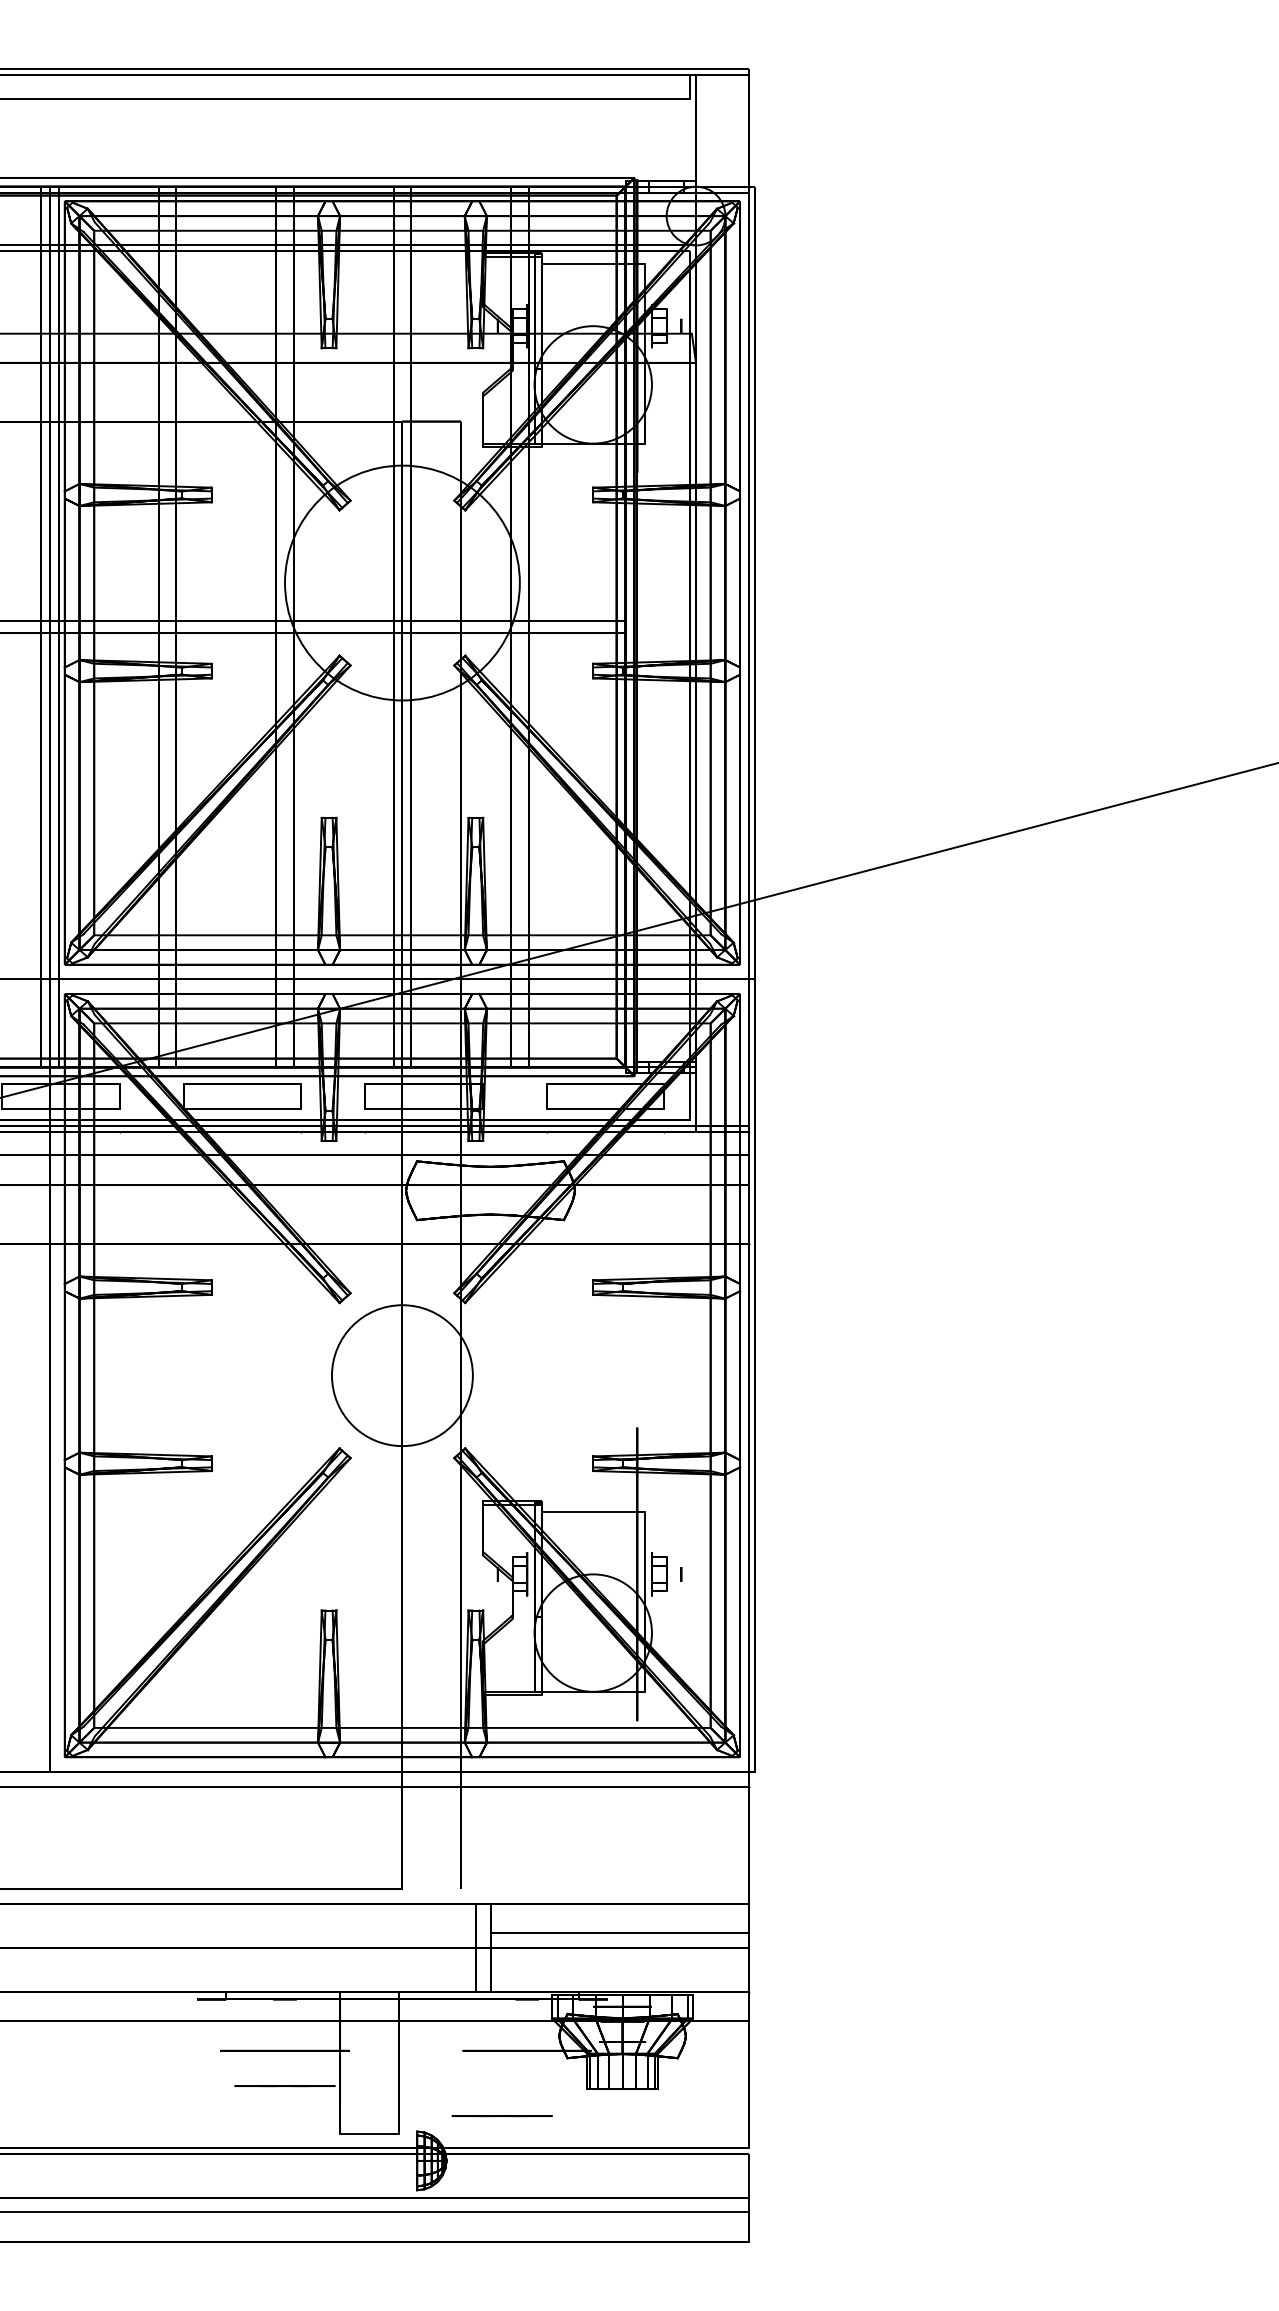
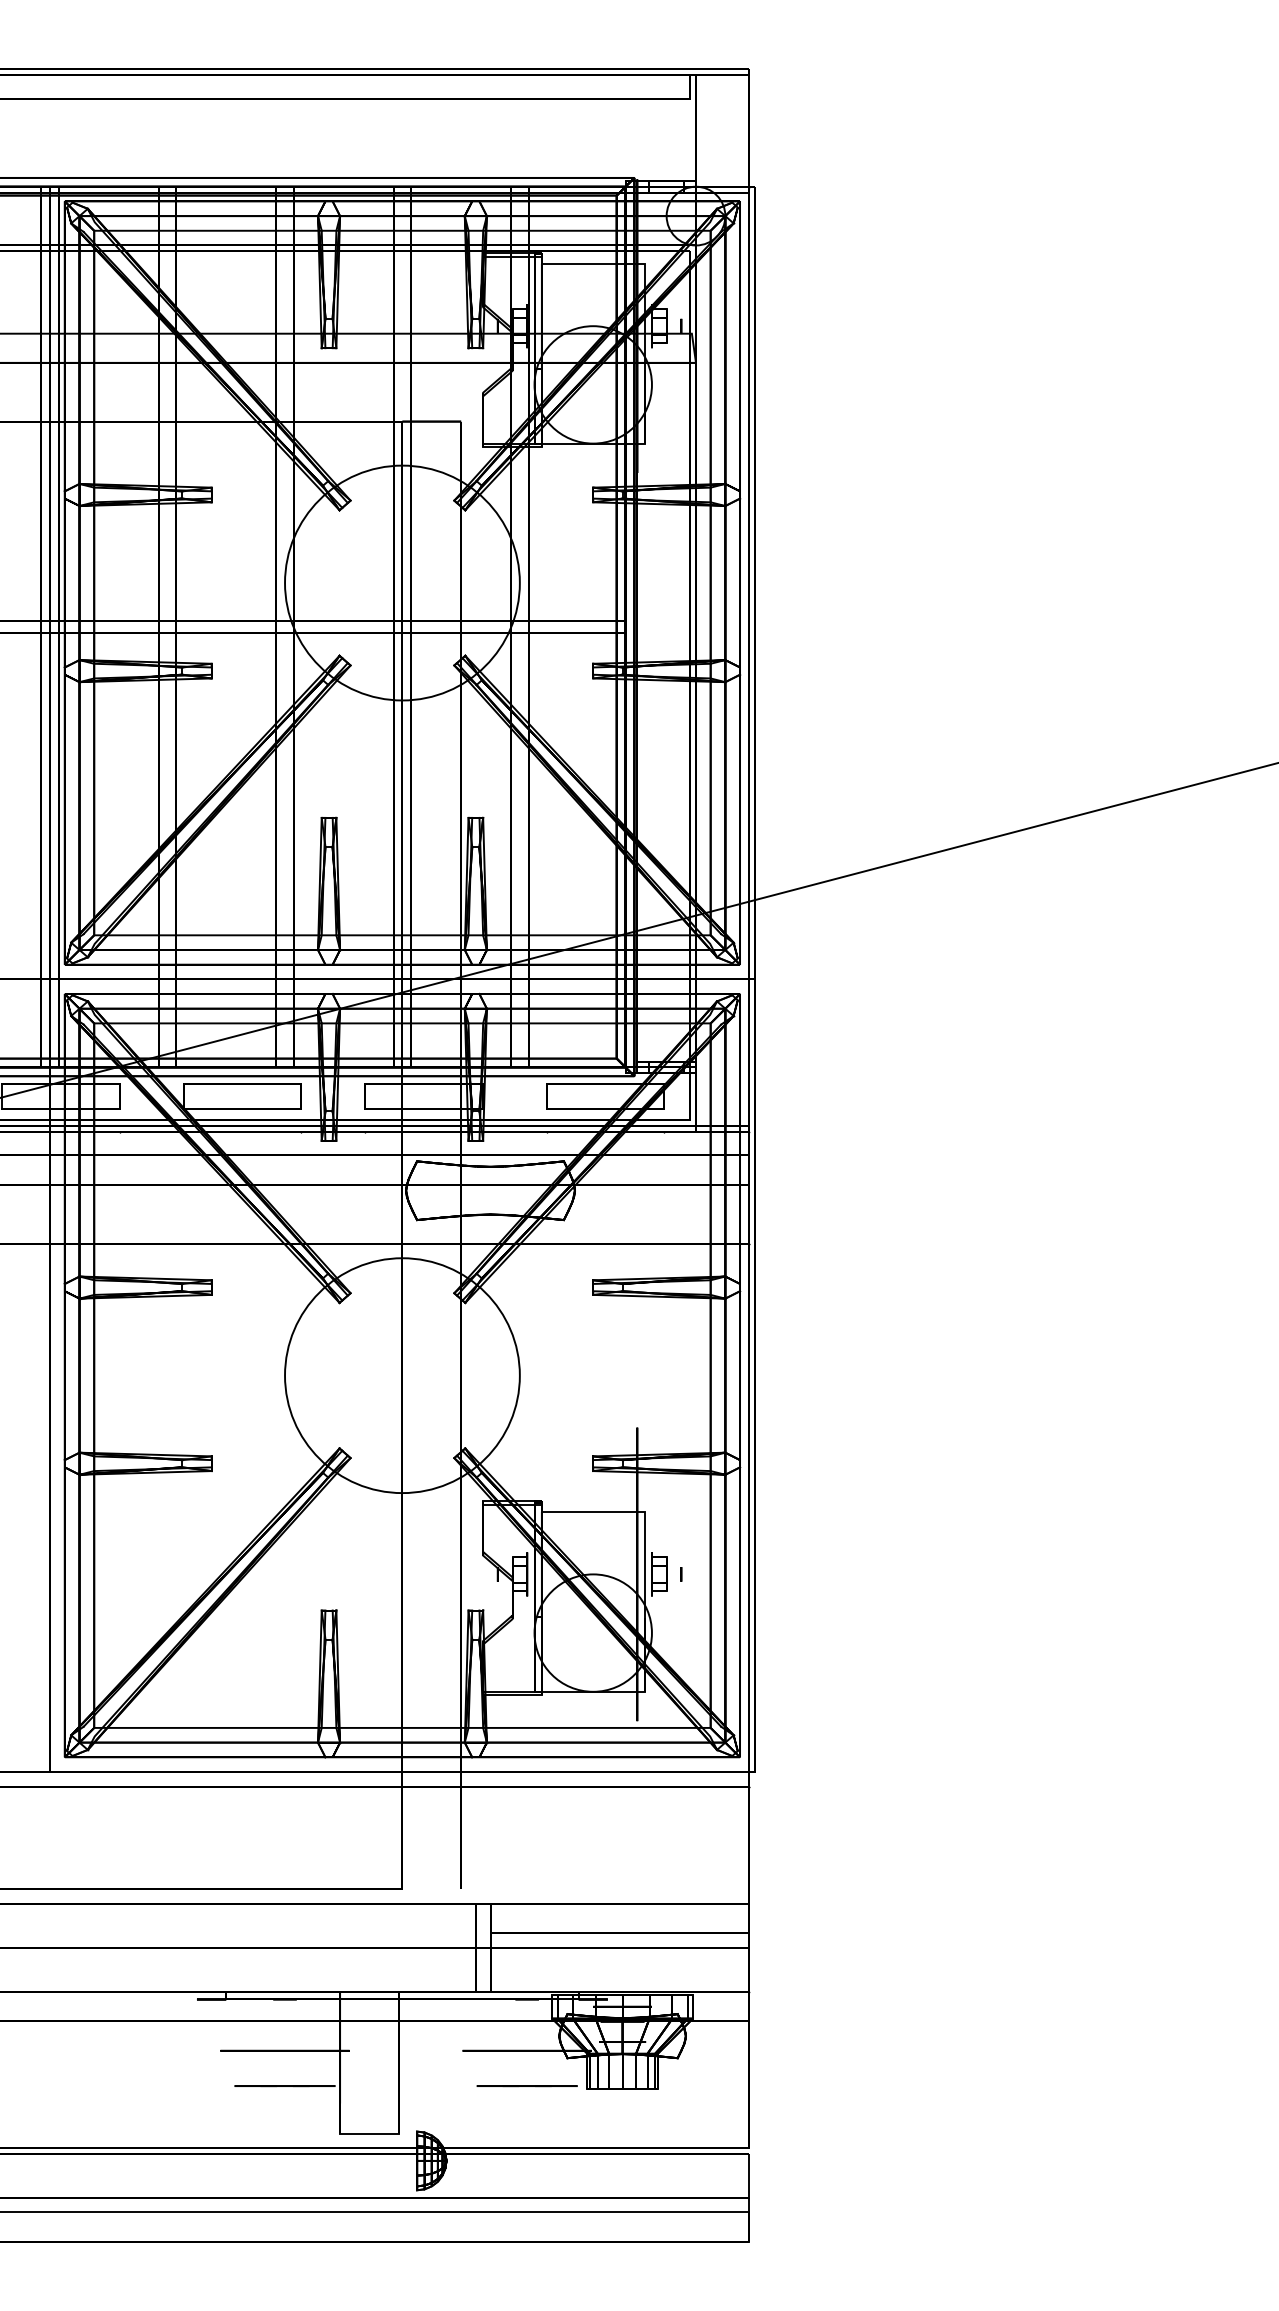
circle at (401, 1375) diameter: 141 px -> 235 px
line at (501, 2116) position: (501, 2116) -> (526, 2086)
